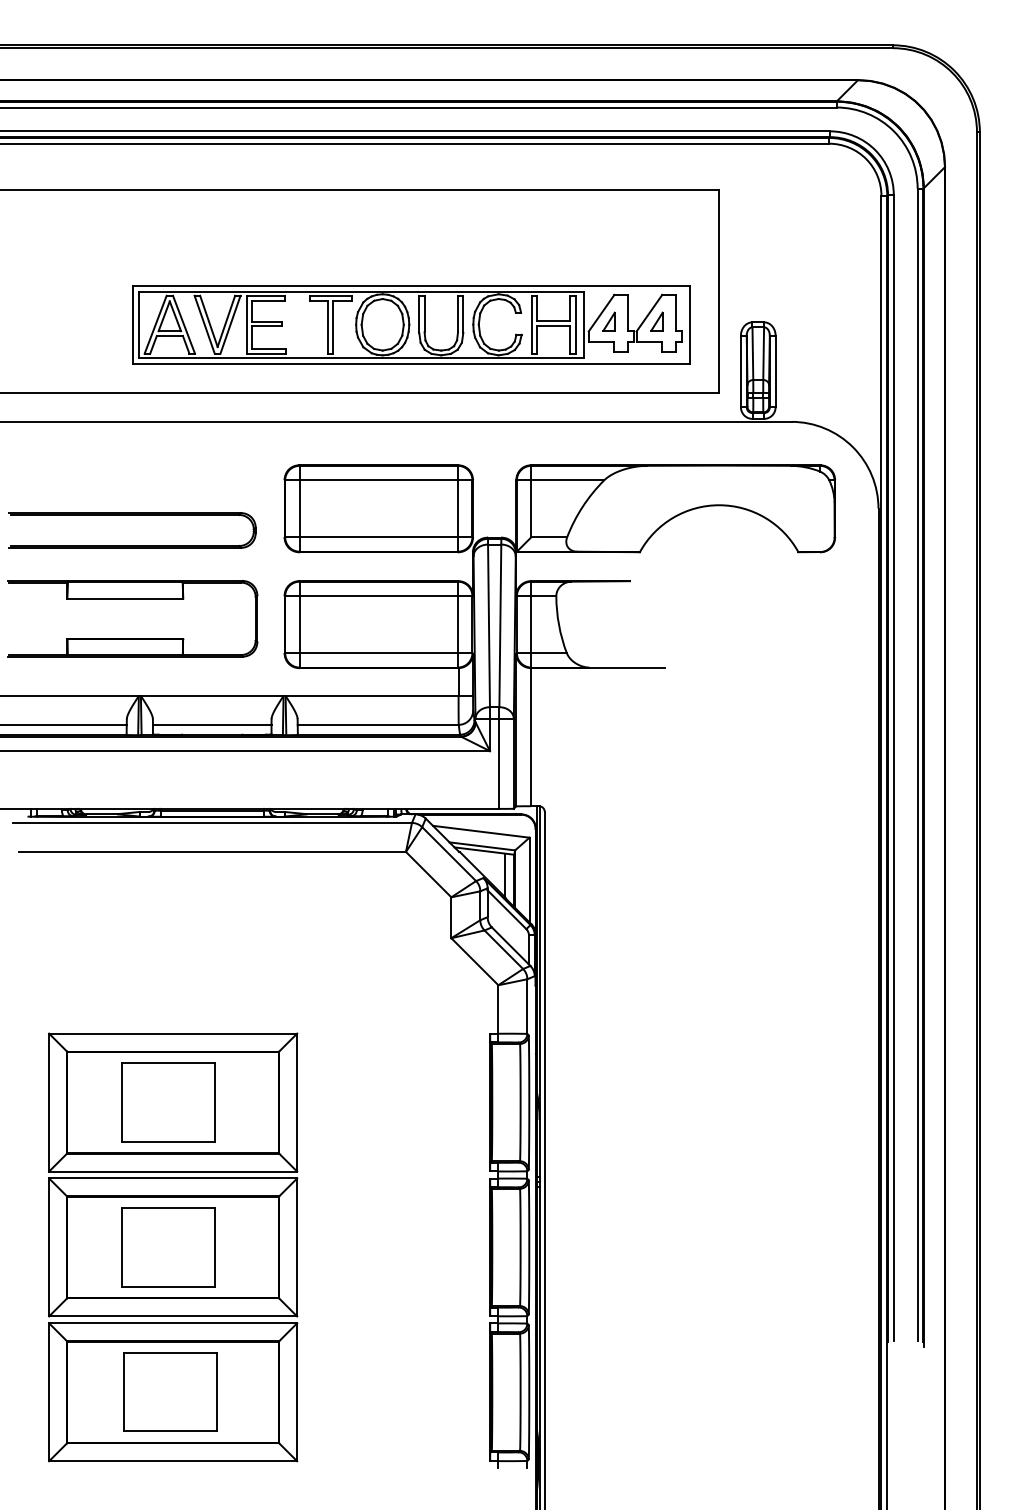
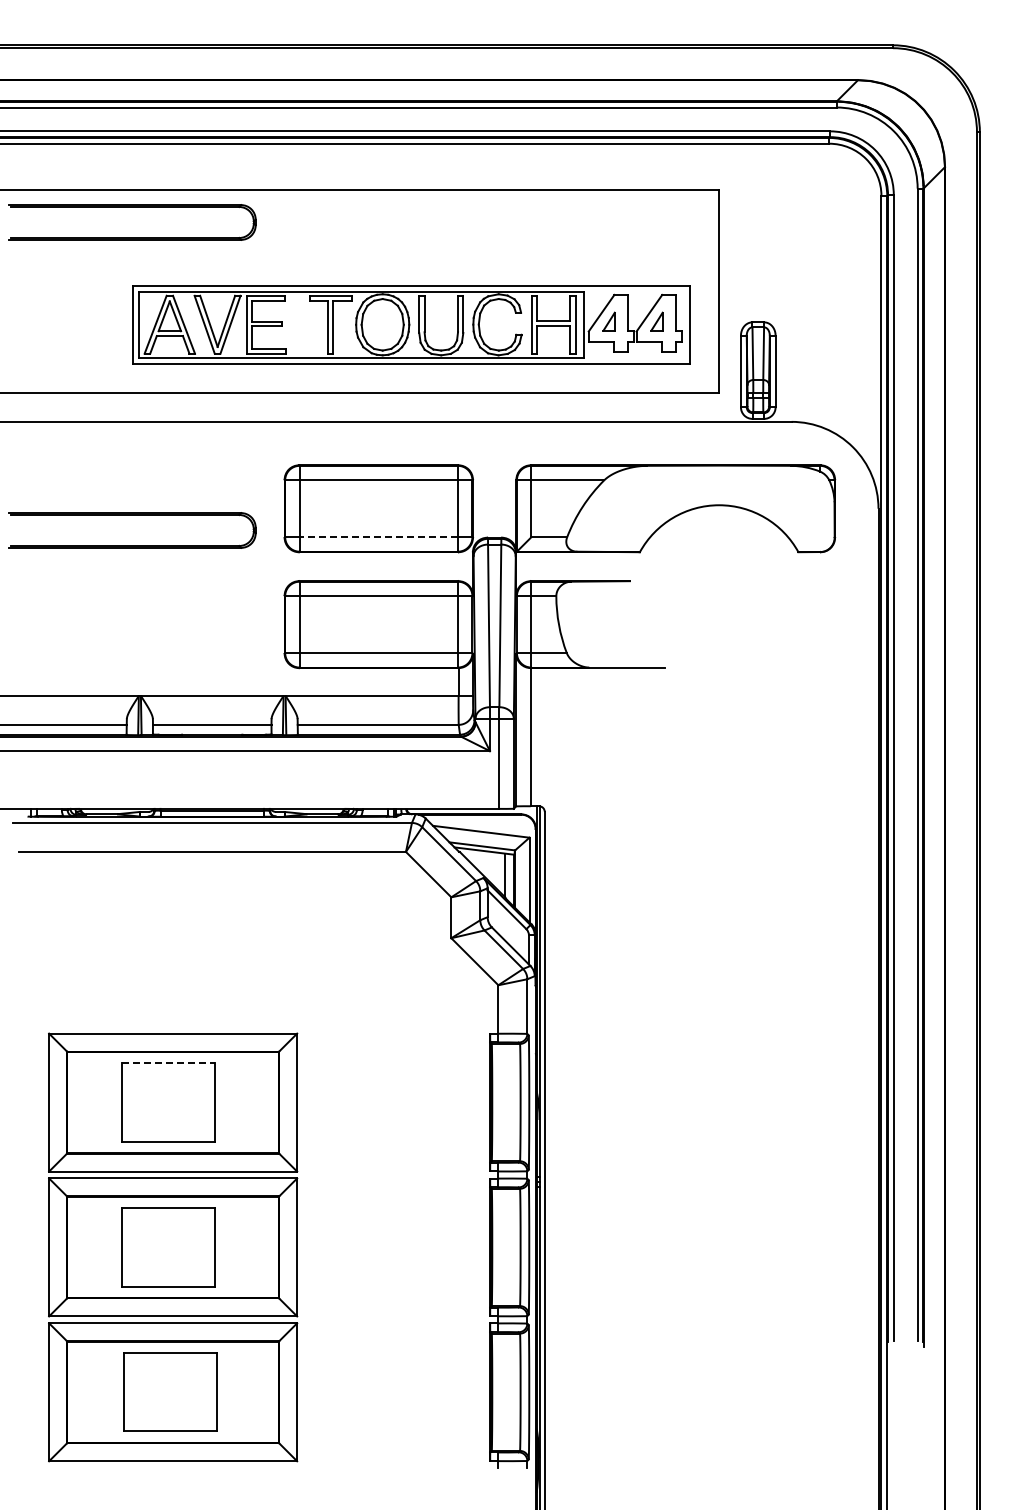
part at (132, 207): none -> present
line at (378, 537): solid -> dashed
part at (132, 599): present -> none
line at (169, 1063): solid -> dashed
